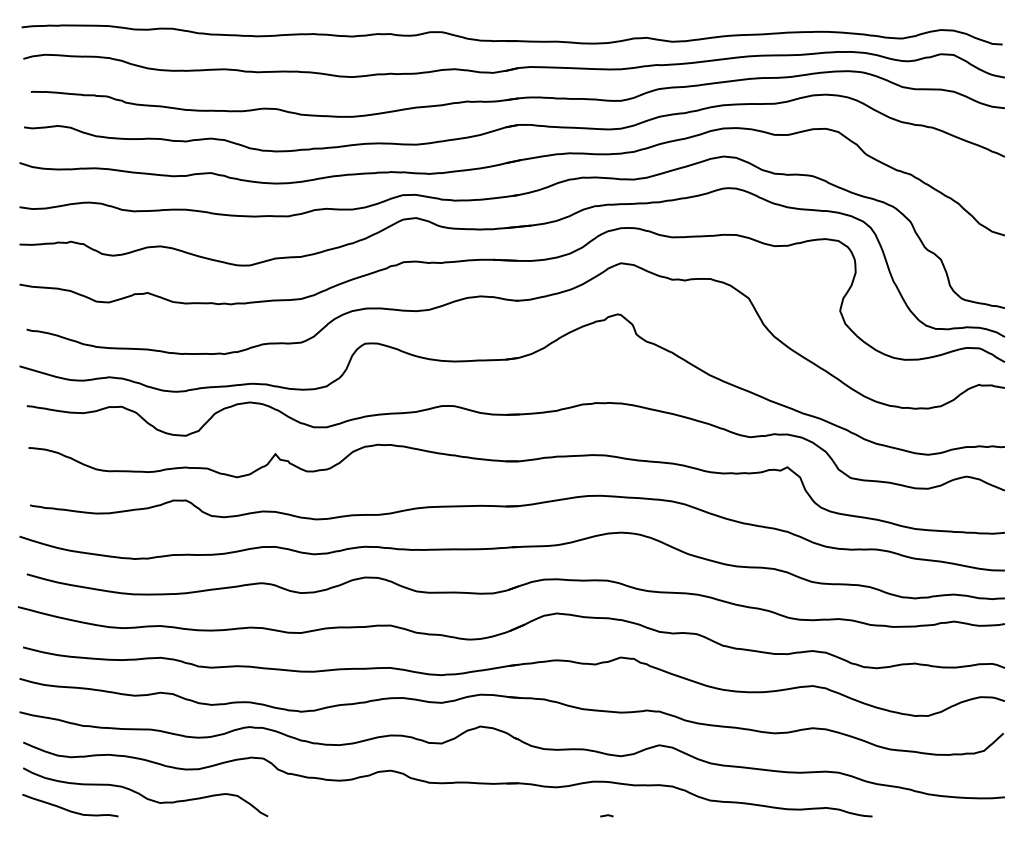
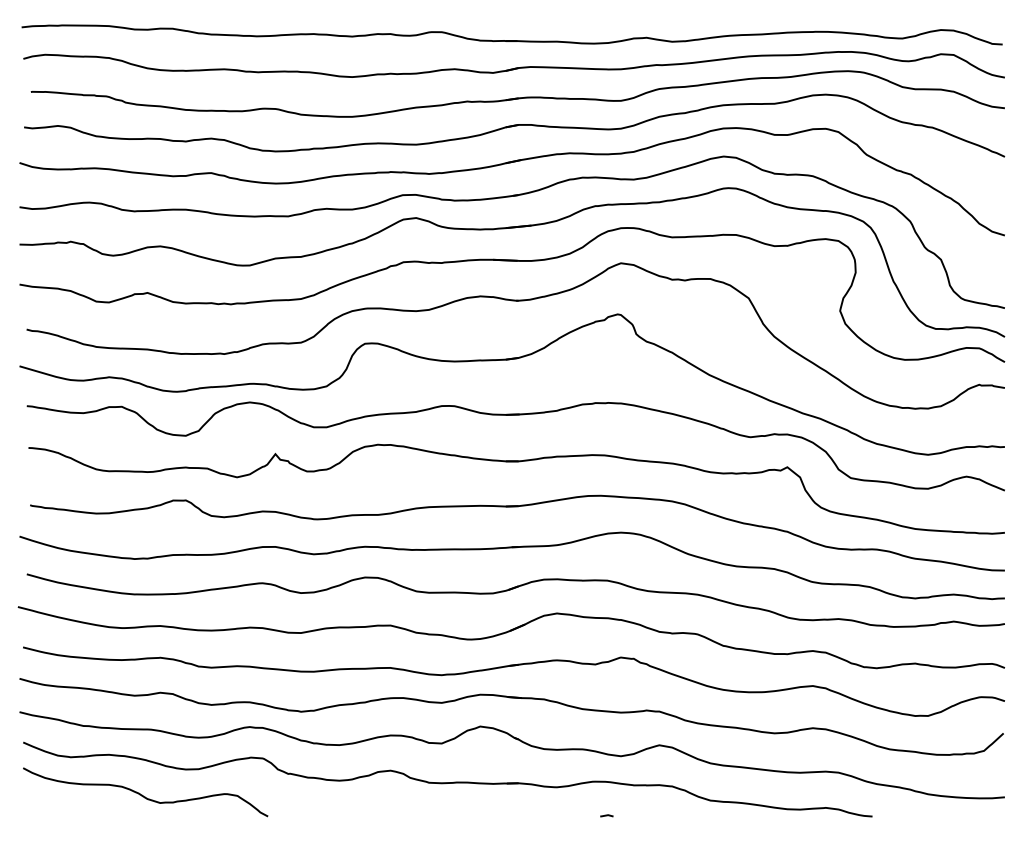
curve at (68, 809): present -> none
